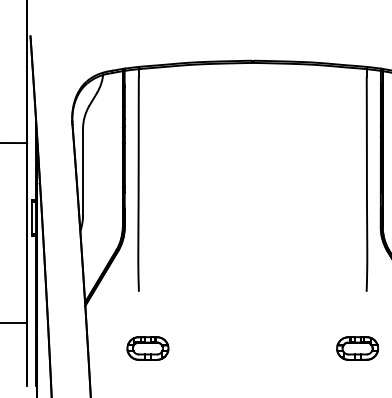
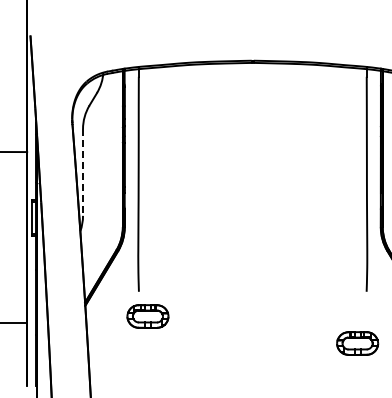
line at (14, 143) position: (14, 143) -> (14, 152)
line at (83, 172): solid -> dashed
part at (147, 348) position: (147, 348) -> (147, 316)
part at (357, 348) position: (357, 348) -> (357, 343)
